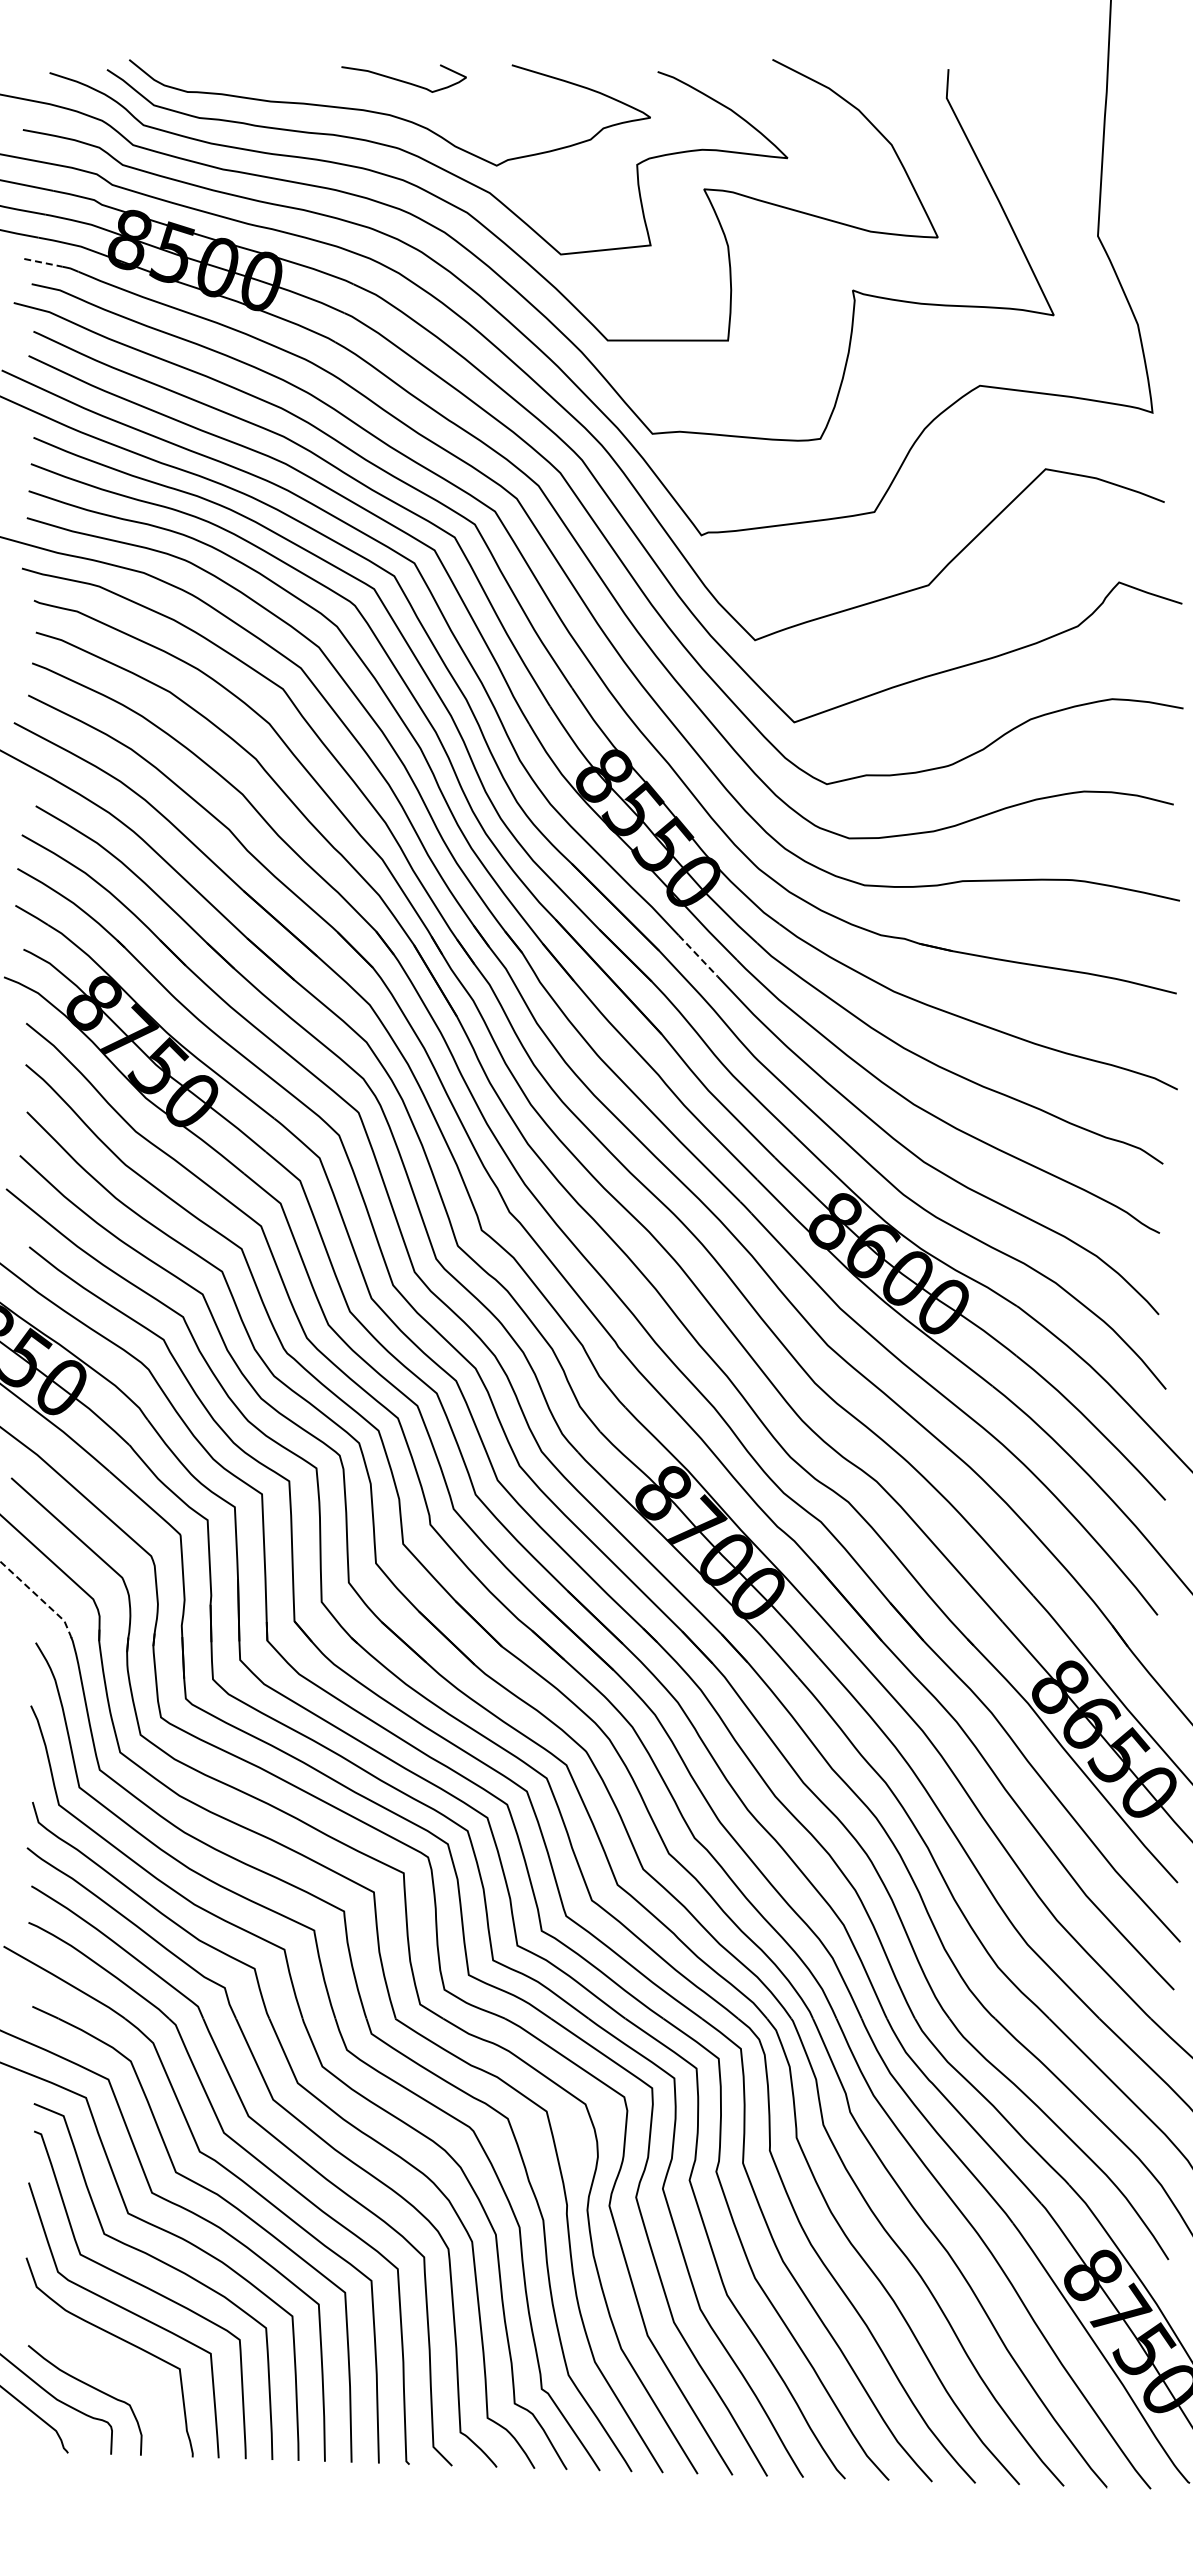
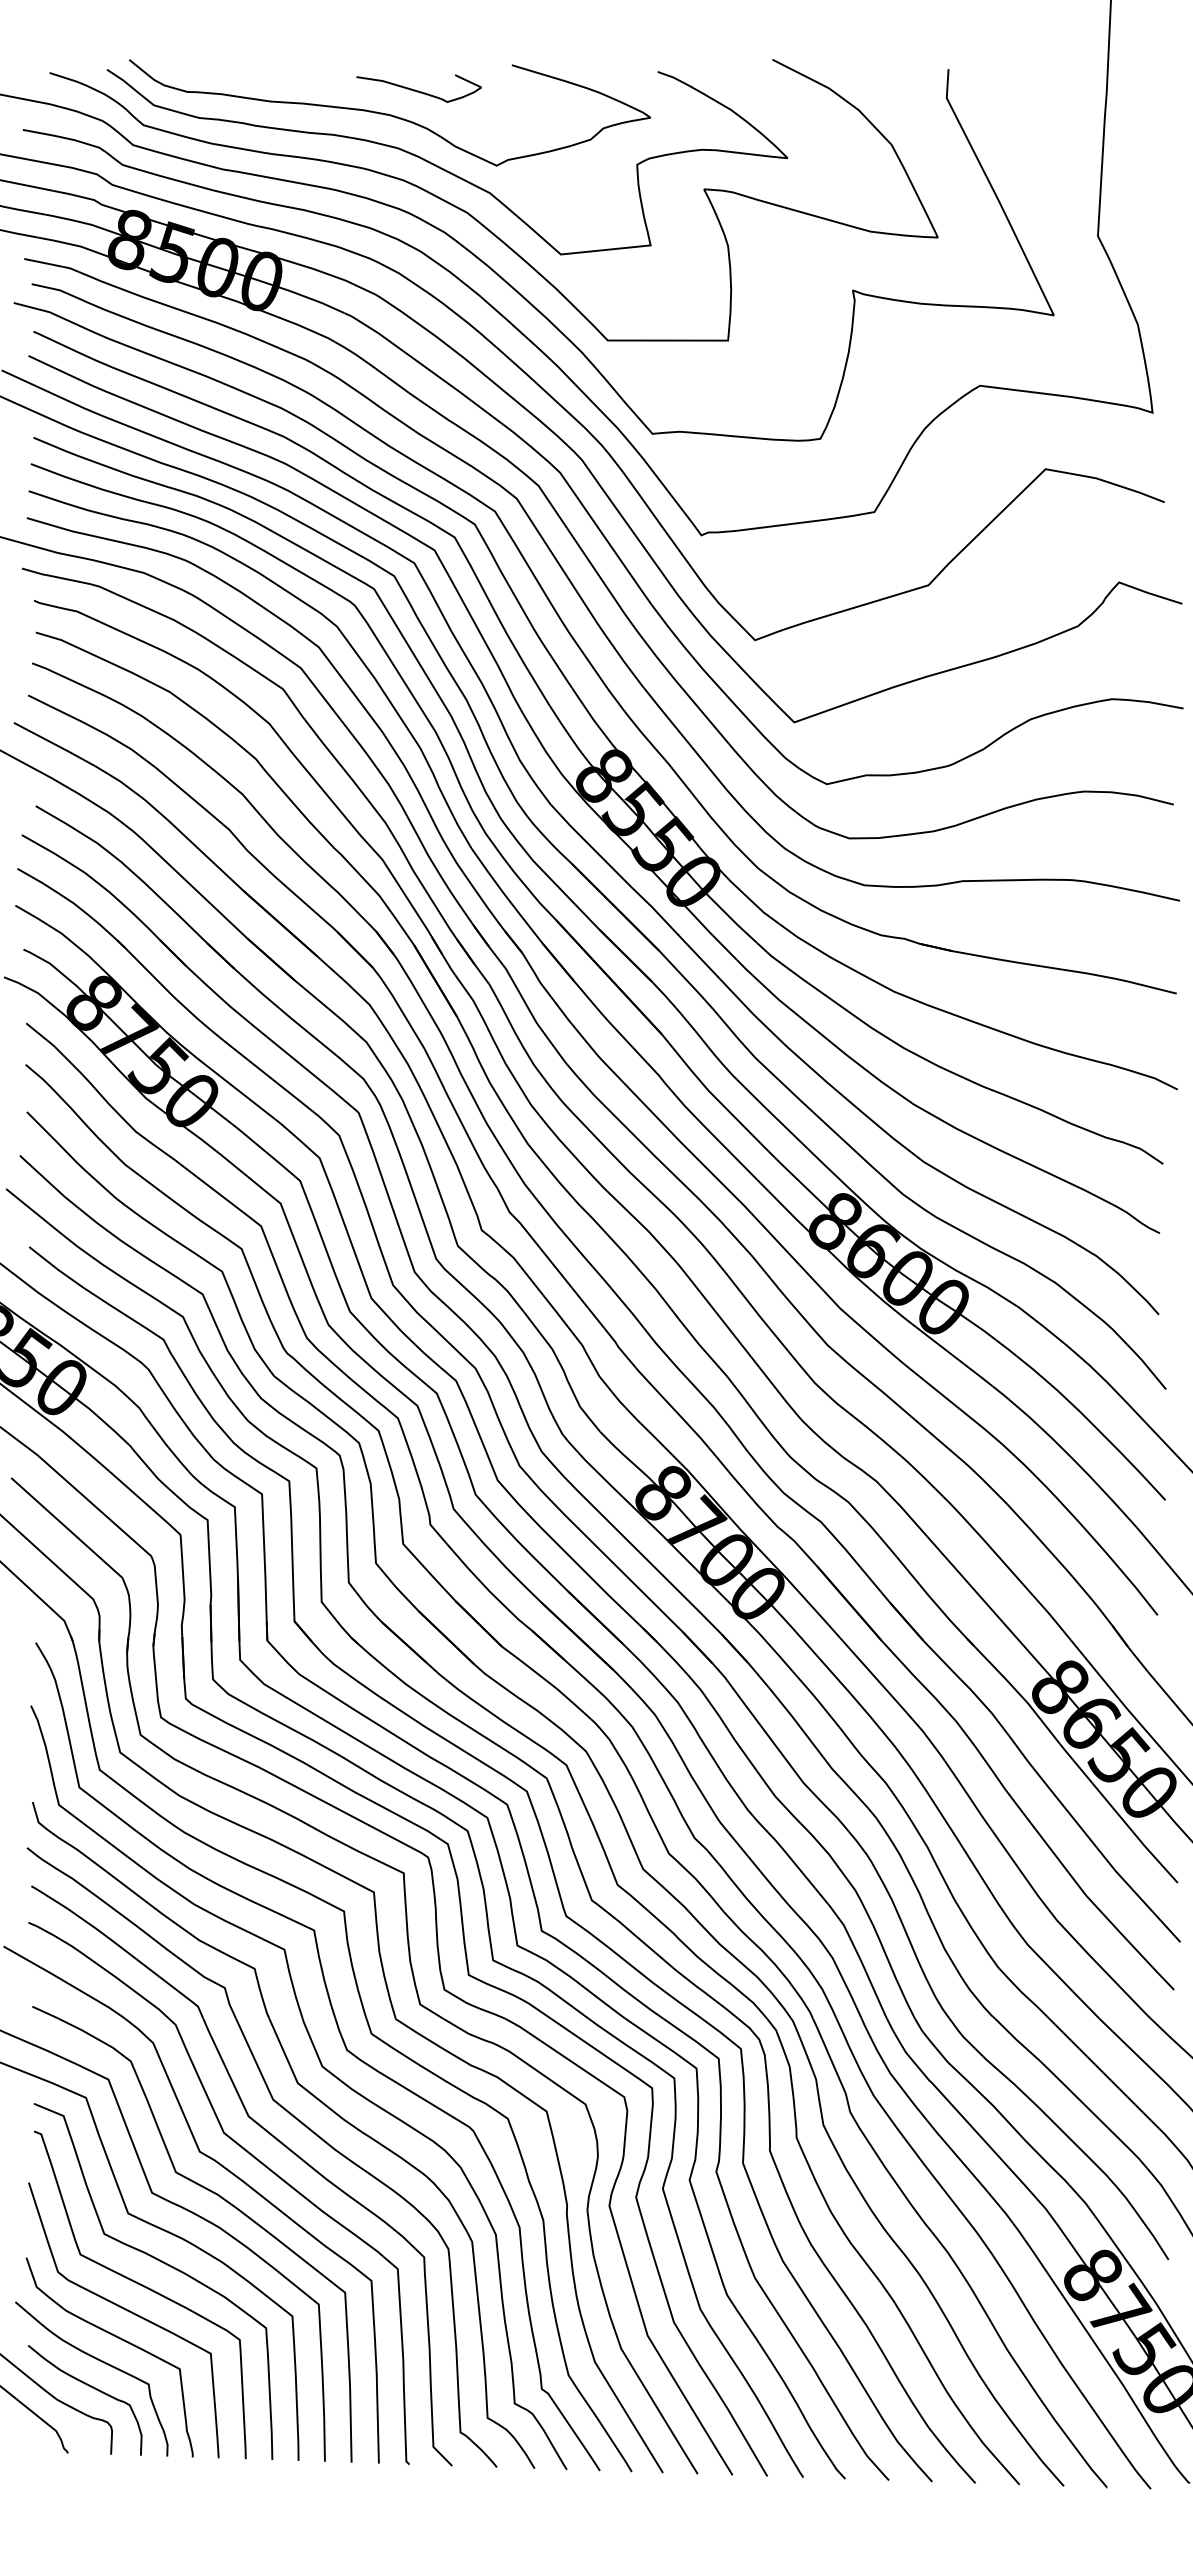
curve at (403, 80) position: (403, 80) -> (418, 90)
line at (43, 262): dashed -> solid
line at (698, 956): dashed -> solid
line at (41, 1599): dashed -> solid
curve at (99, 2361): none -> present
